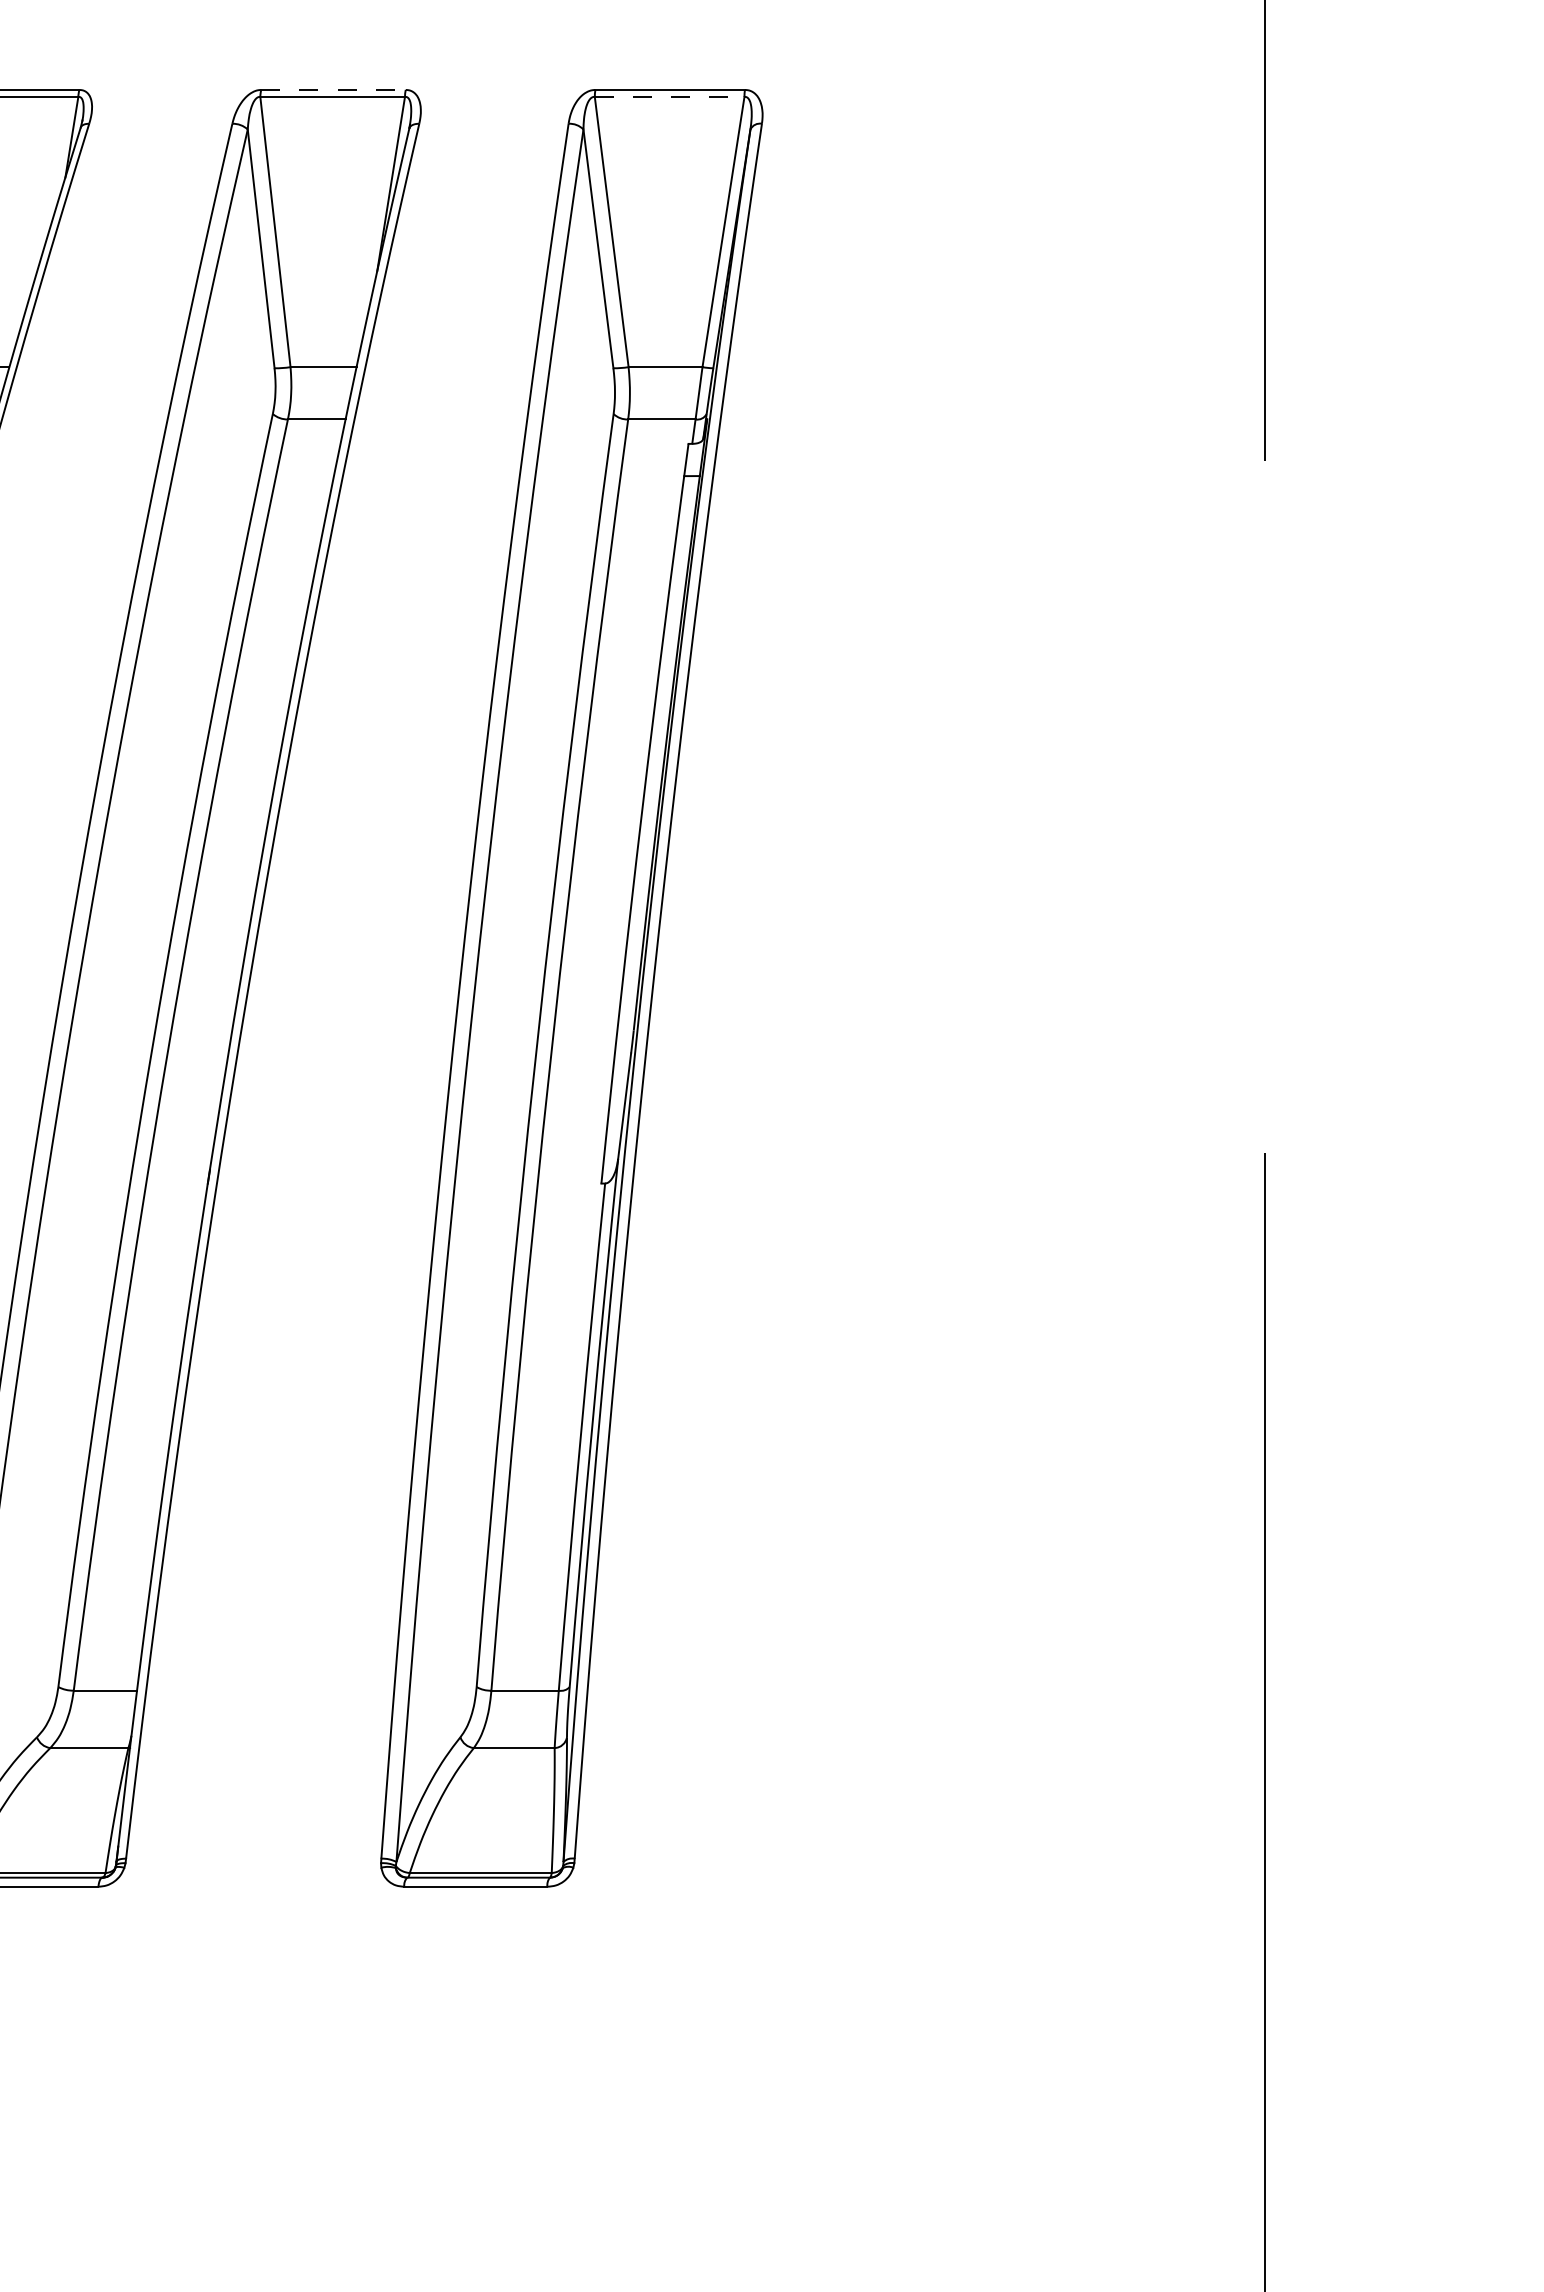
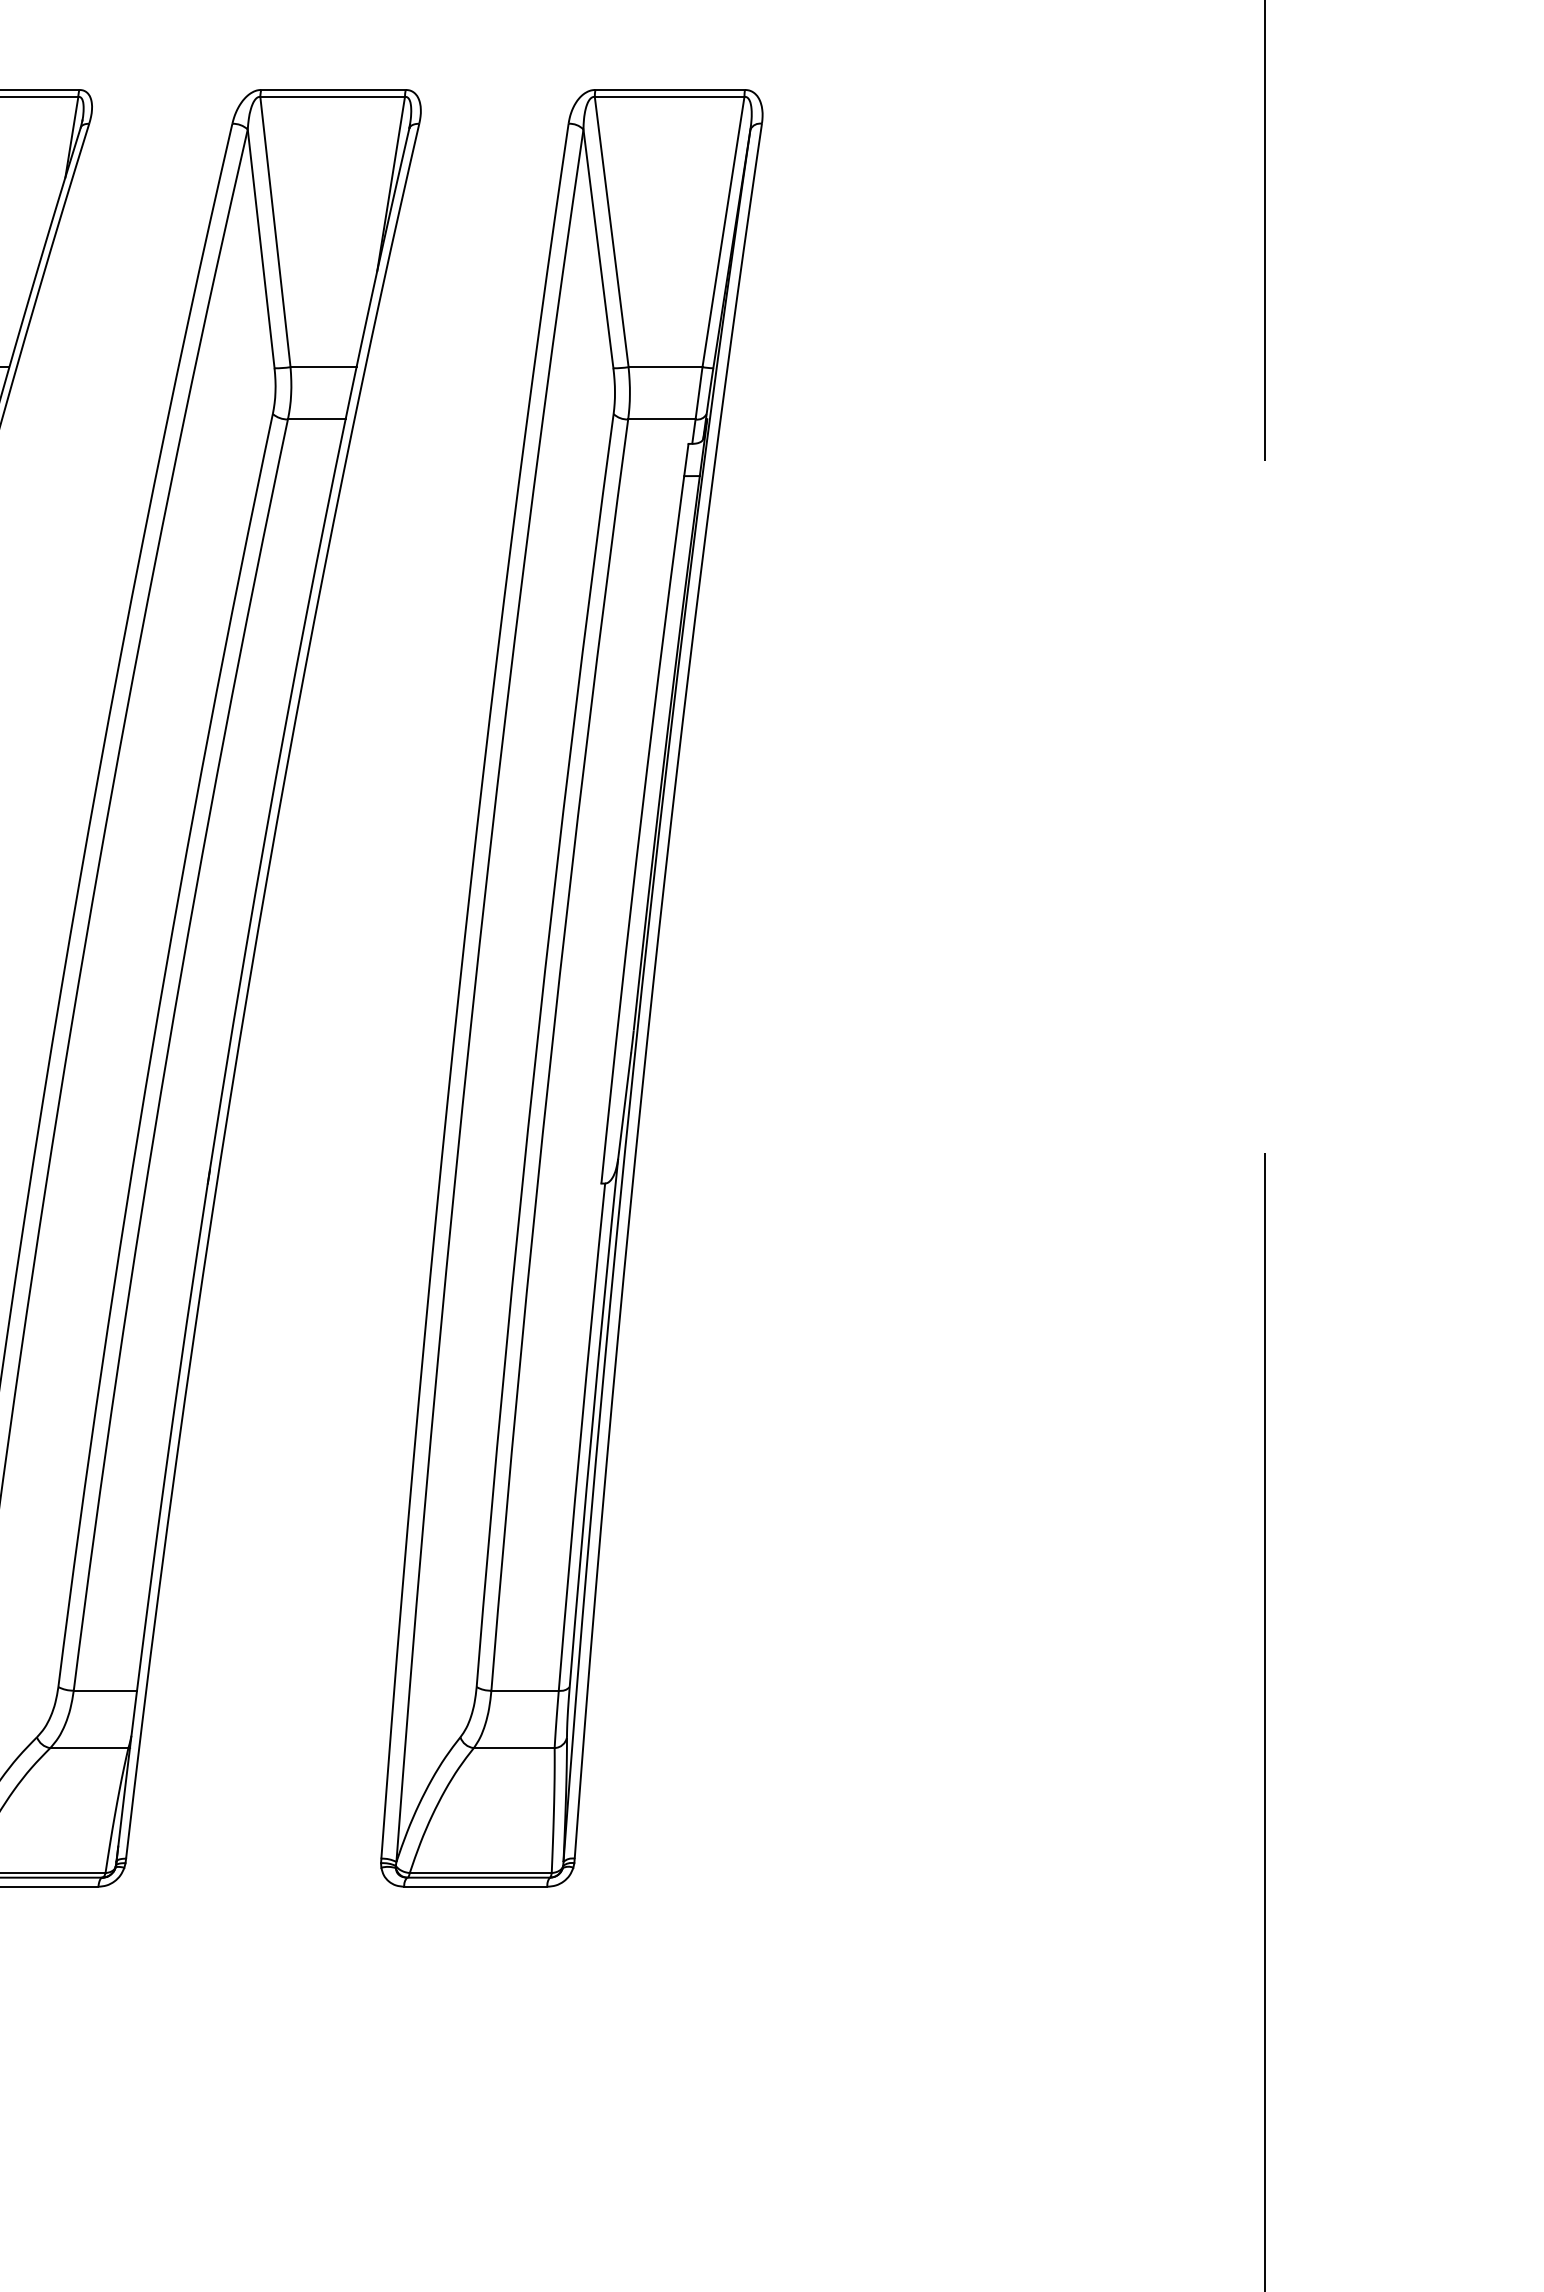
line at (333, 89): dashed -> solid
line at (669, 96): dashed -> solid
